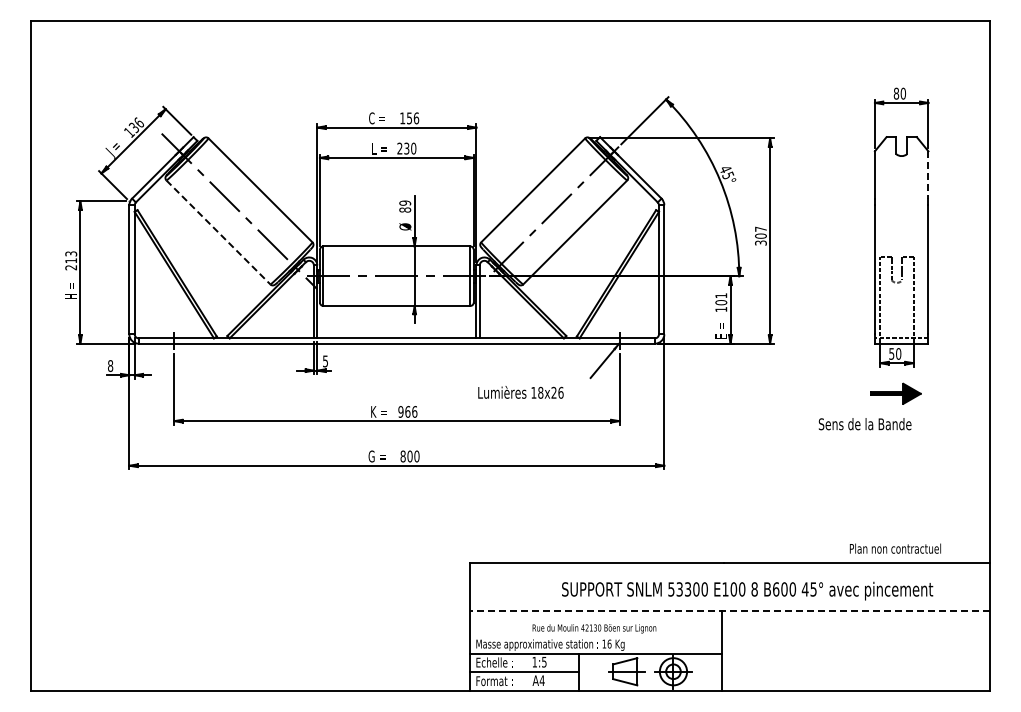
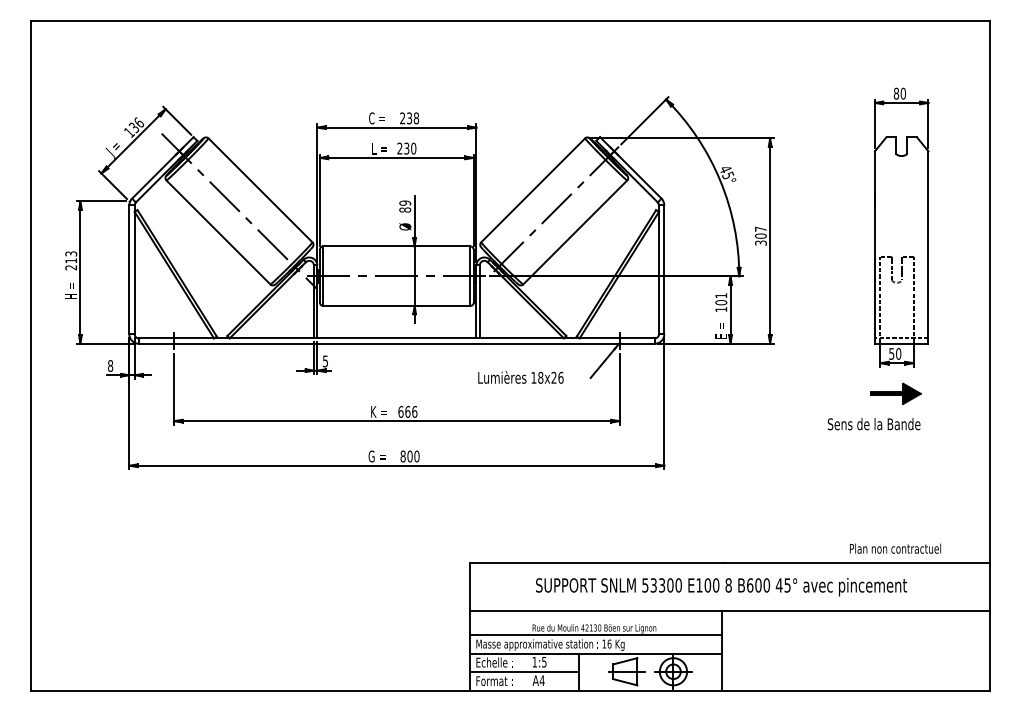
text at (409, 118): 156 -> 238
line at (928, 175): dashed -> solid
line at (218, 232): dashed -> solid
text at (520, 392) position: (520, 392) -> (520, 377)
text at (400, 411): 966 -> 666
text at (864, 424) position: (864, 424) -> (873, 424)
text at (747, 590) position: (747, 590) -> (721, 586)
line at (729, 611): dashed -> solid
line at (595, 635): none -> present
